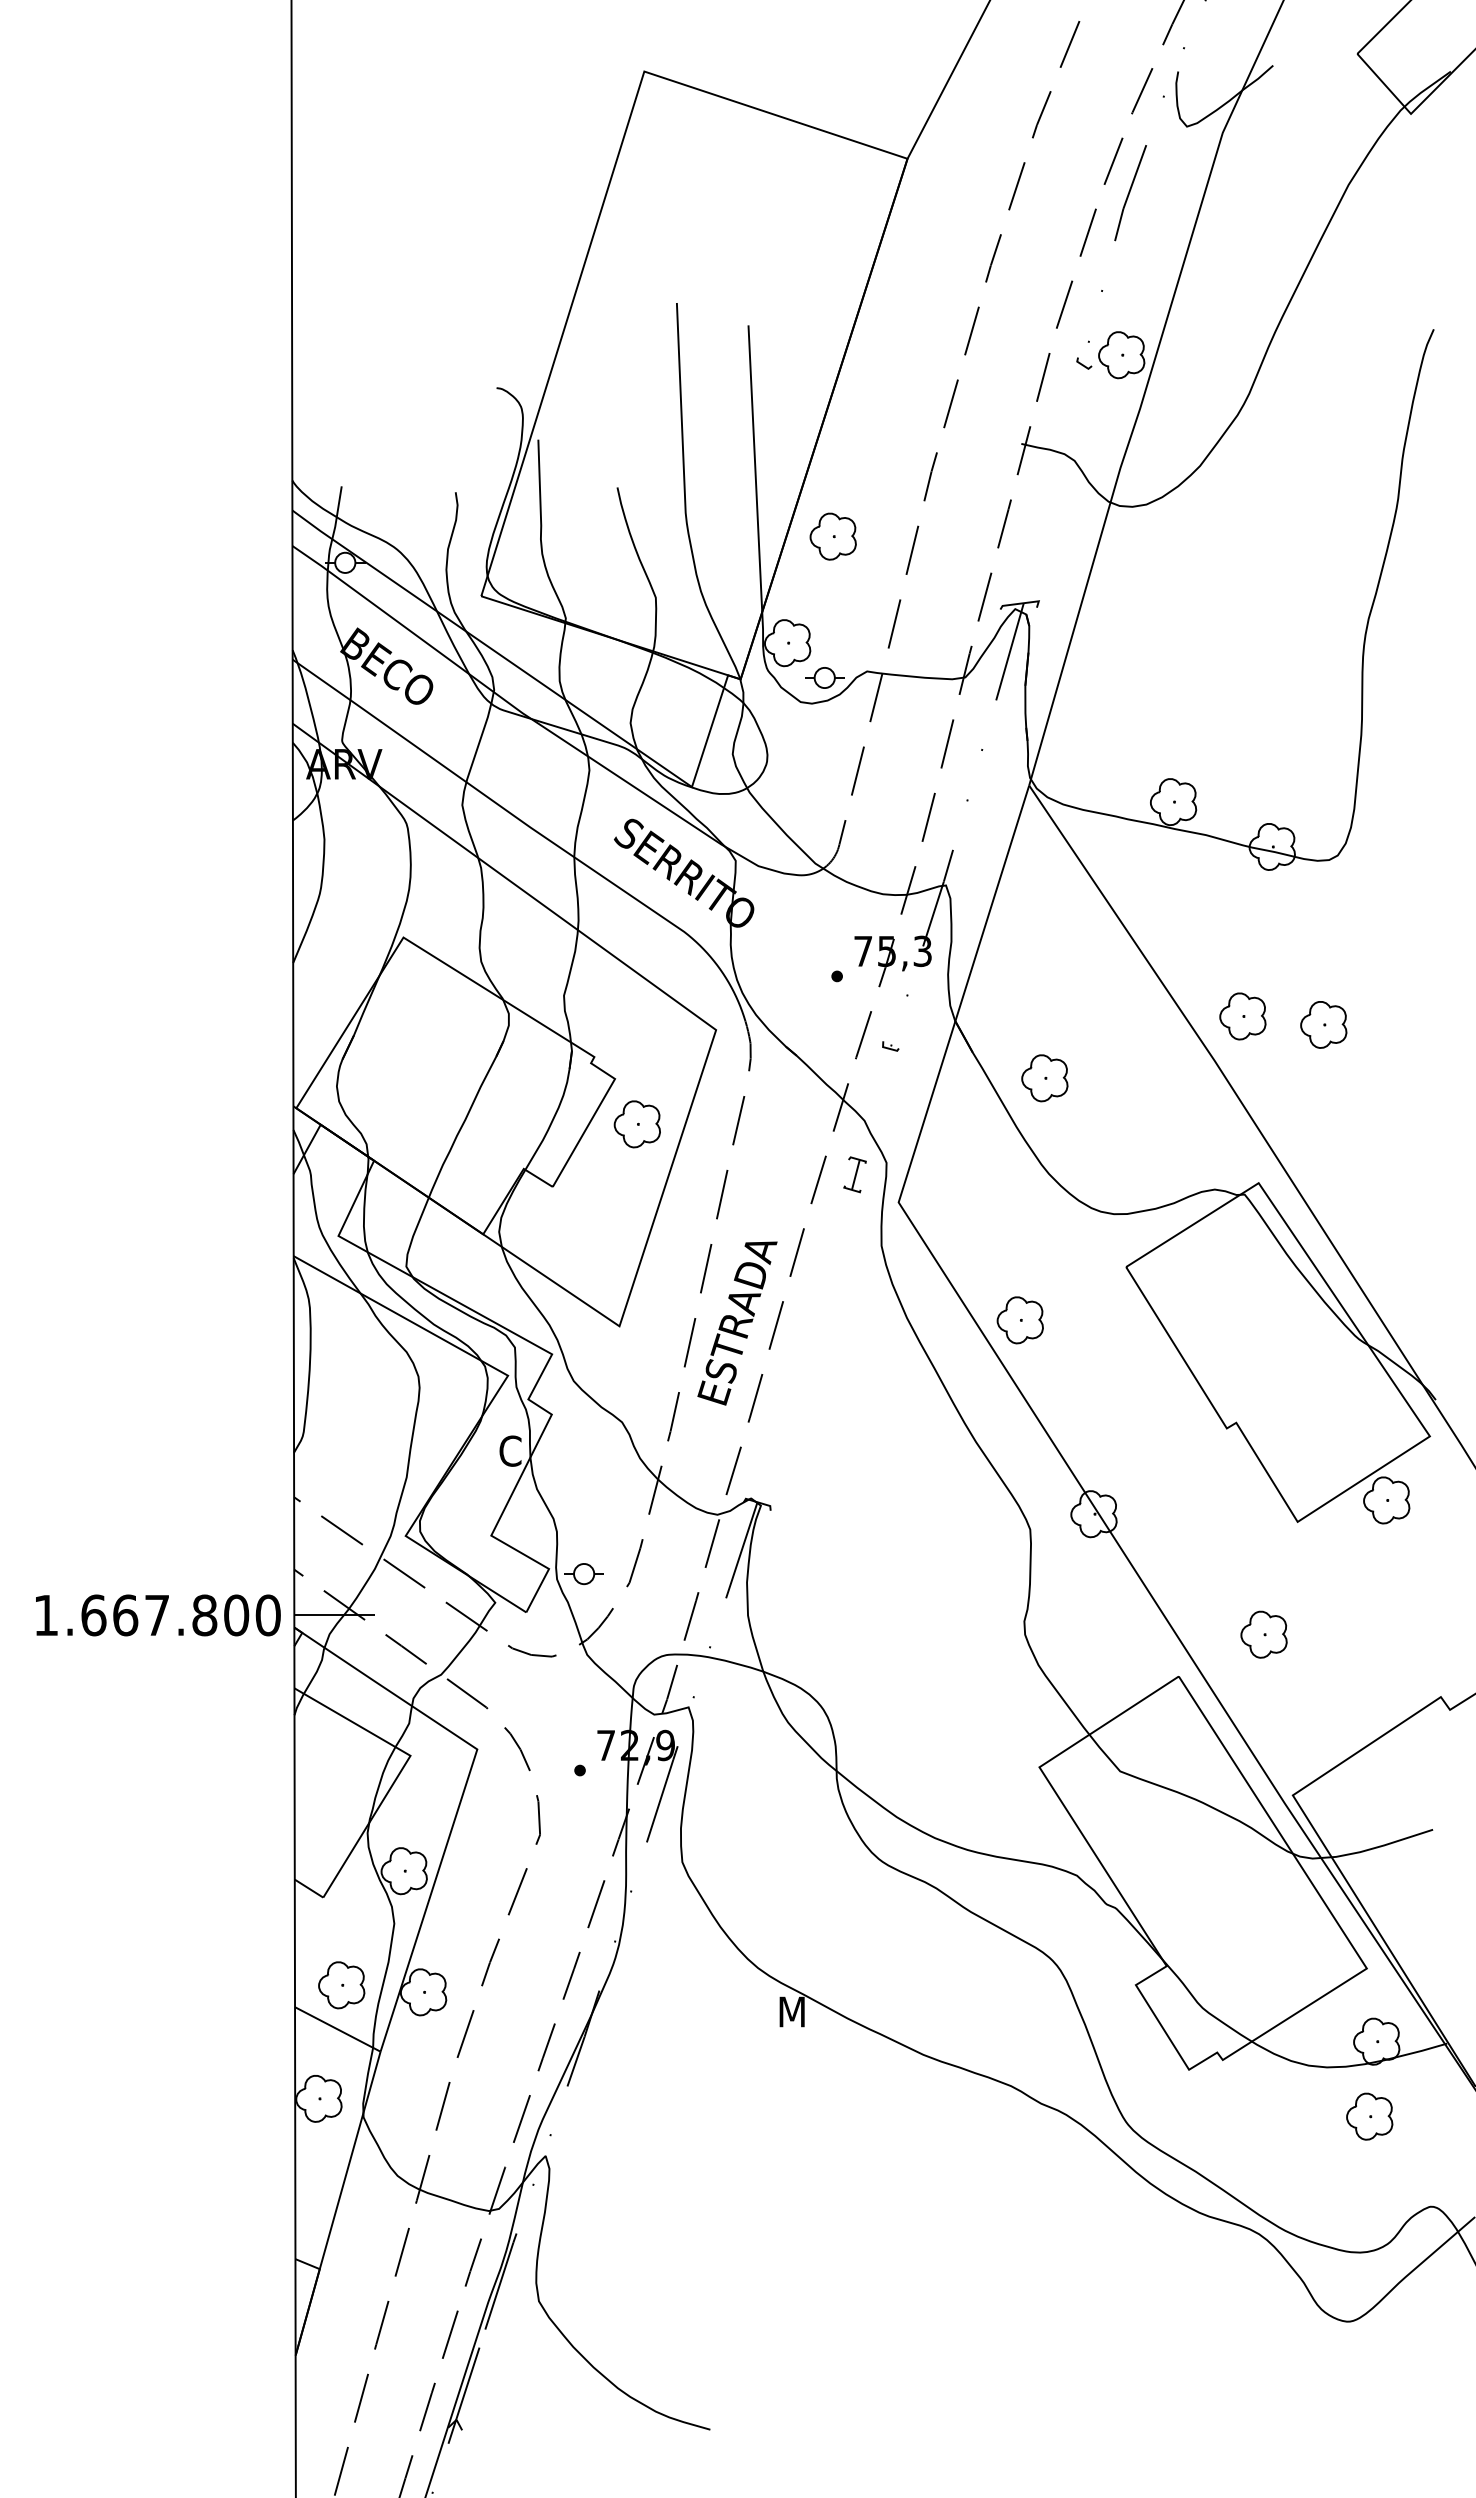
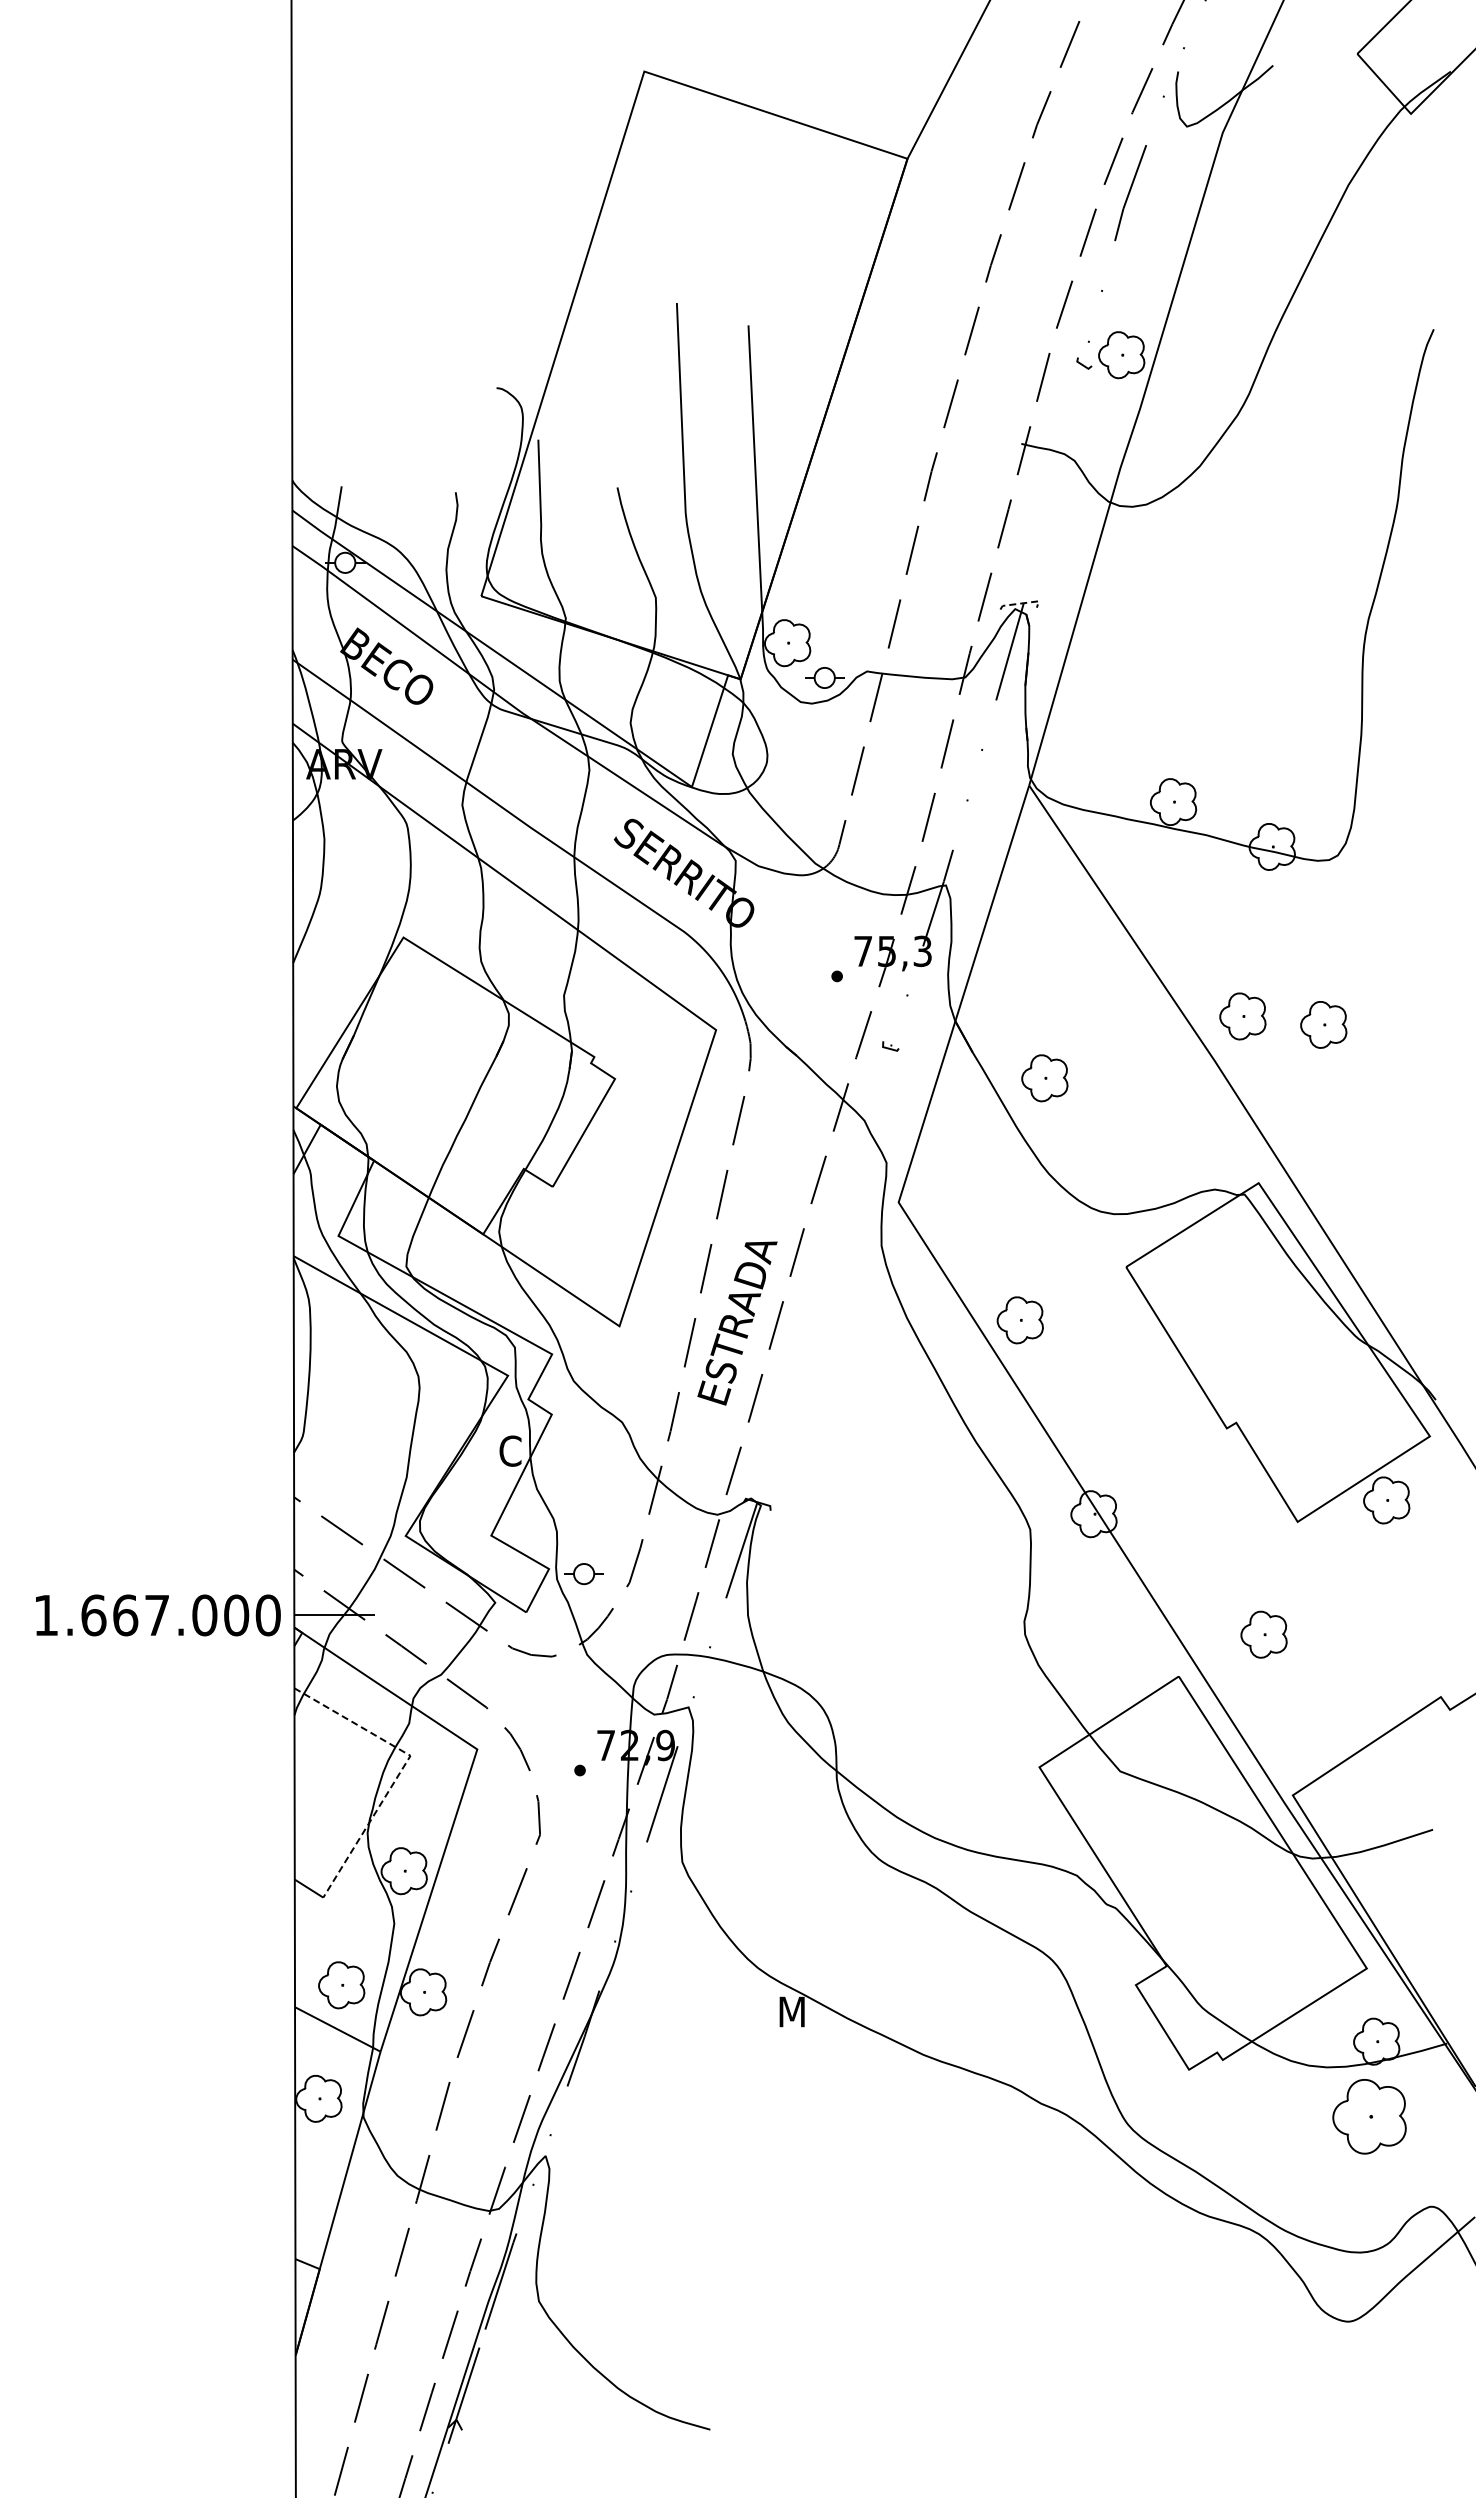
part at (832, 536): present -> none
line at (1022, 603): solid -> dashed
part at (636, 1124): present -> none
part at (854, 1174): present -> none
text at (204, 1615): 1.667.800 -> 1.667.000
line at (402, 1769): solid -> dashed
part at (1369, 2116) size: 48x49 px -> 75x76 px
